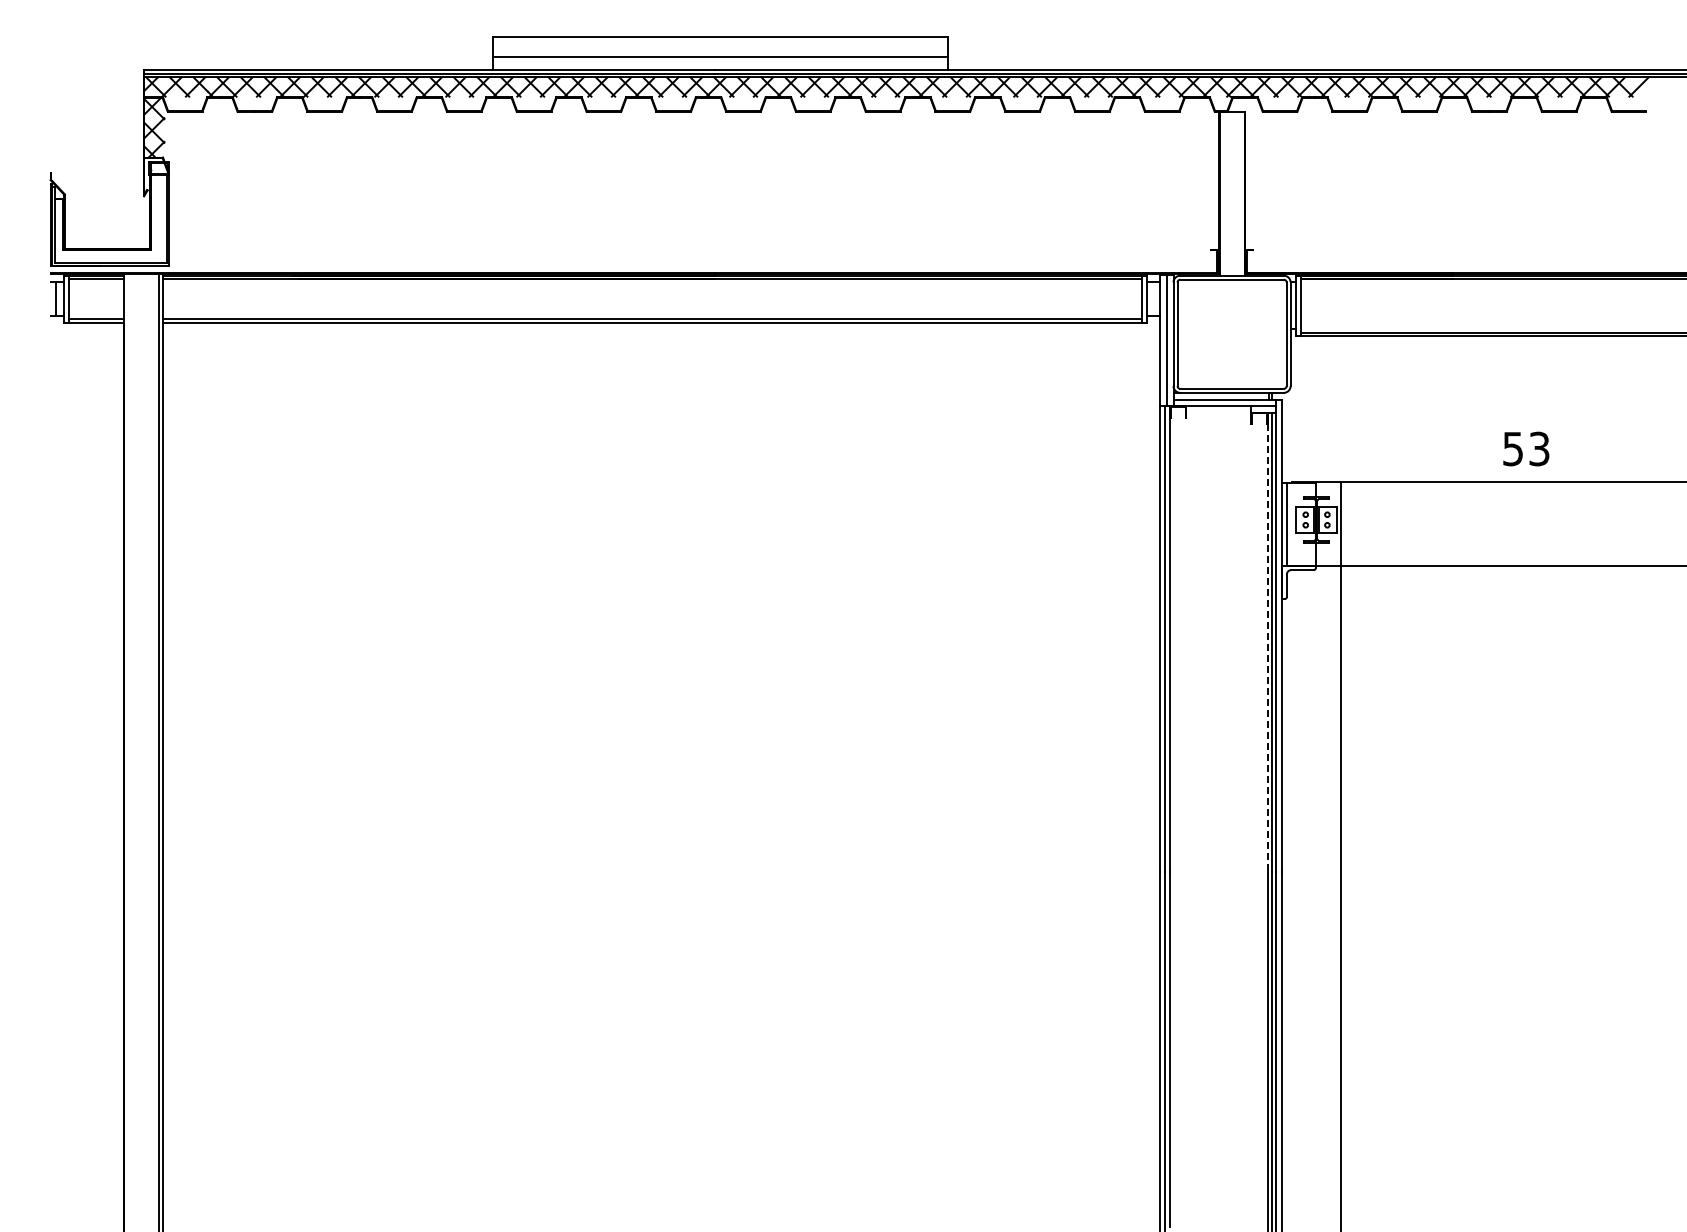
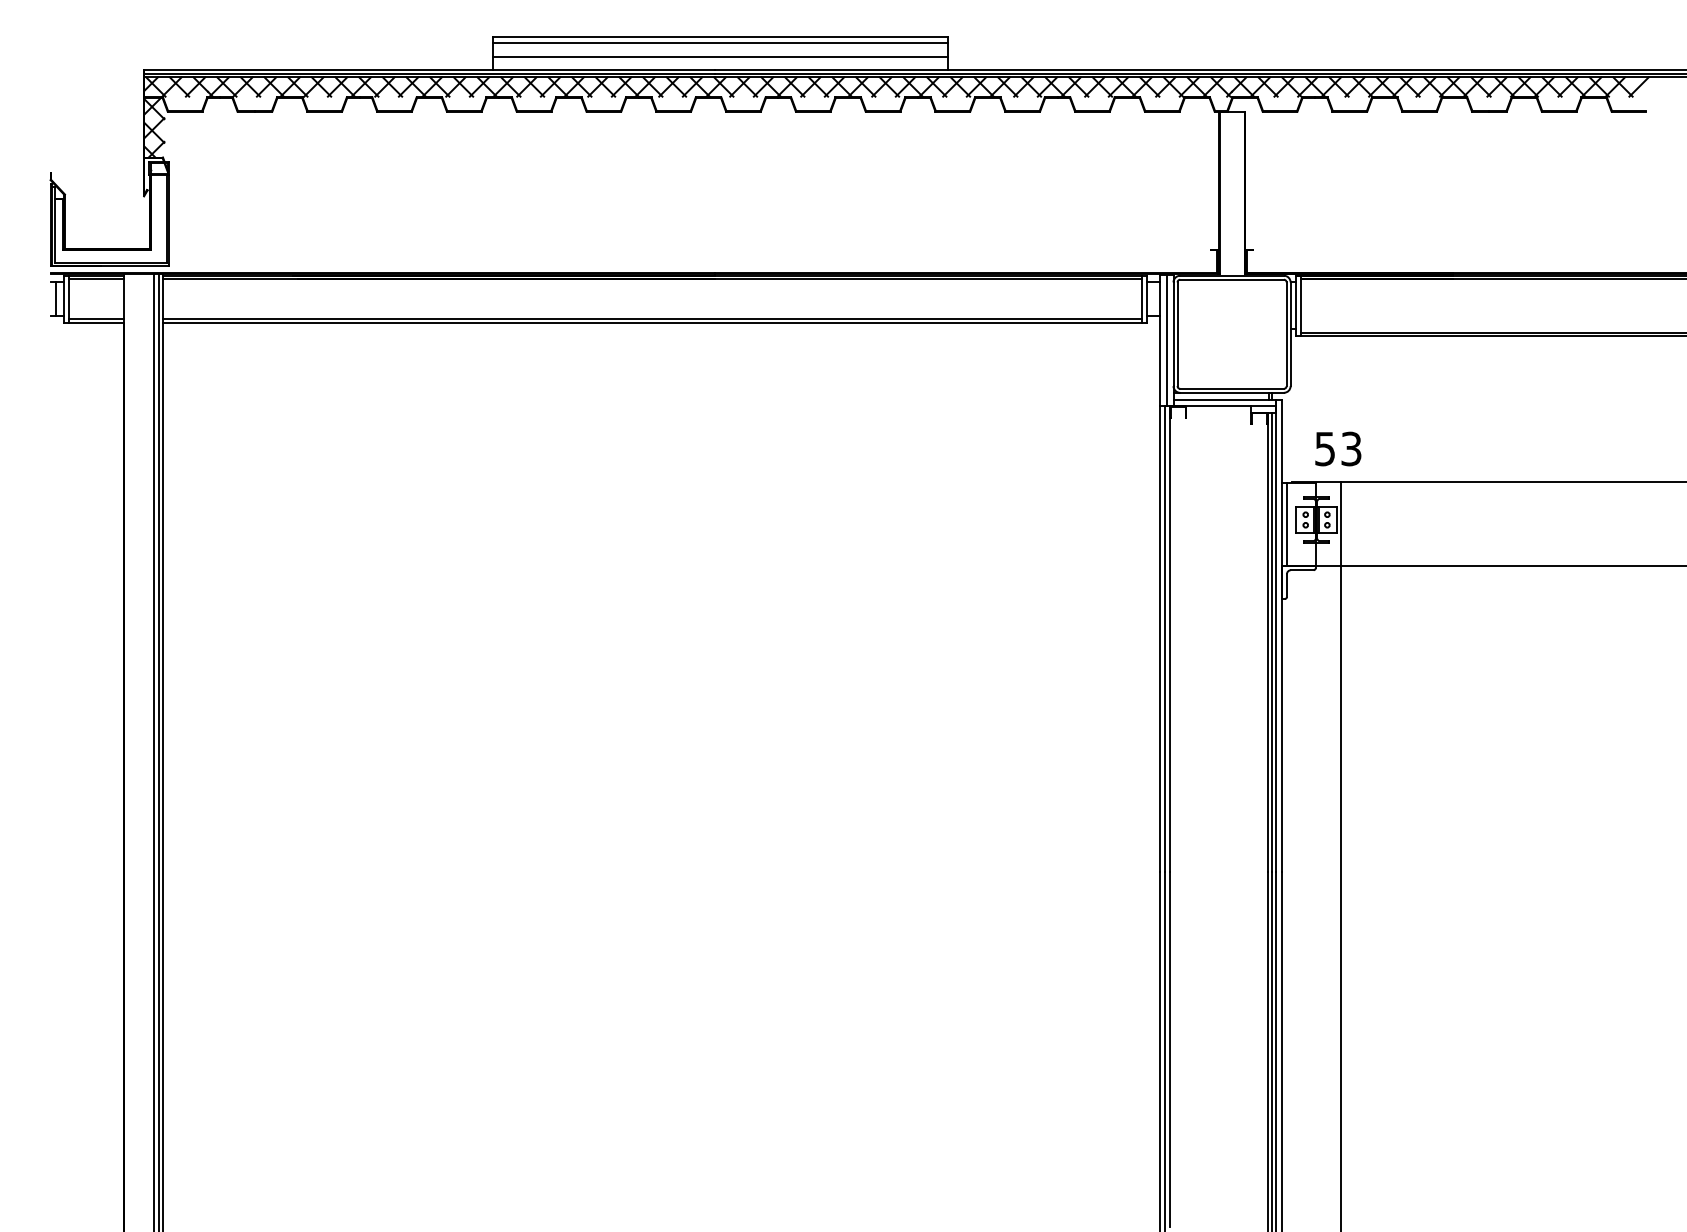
line at (719, 43): none -> present
text at (1526, 448) position: (1526, 448) -> (1338, 448)
line at (1267, 642): dashed -> solid
line at (154, 750): none -> present
